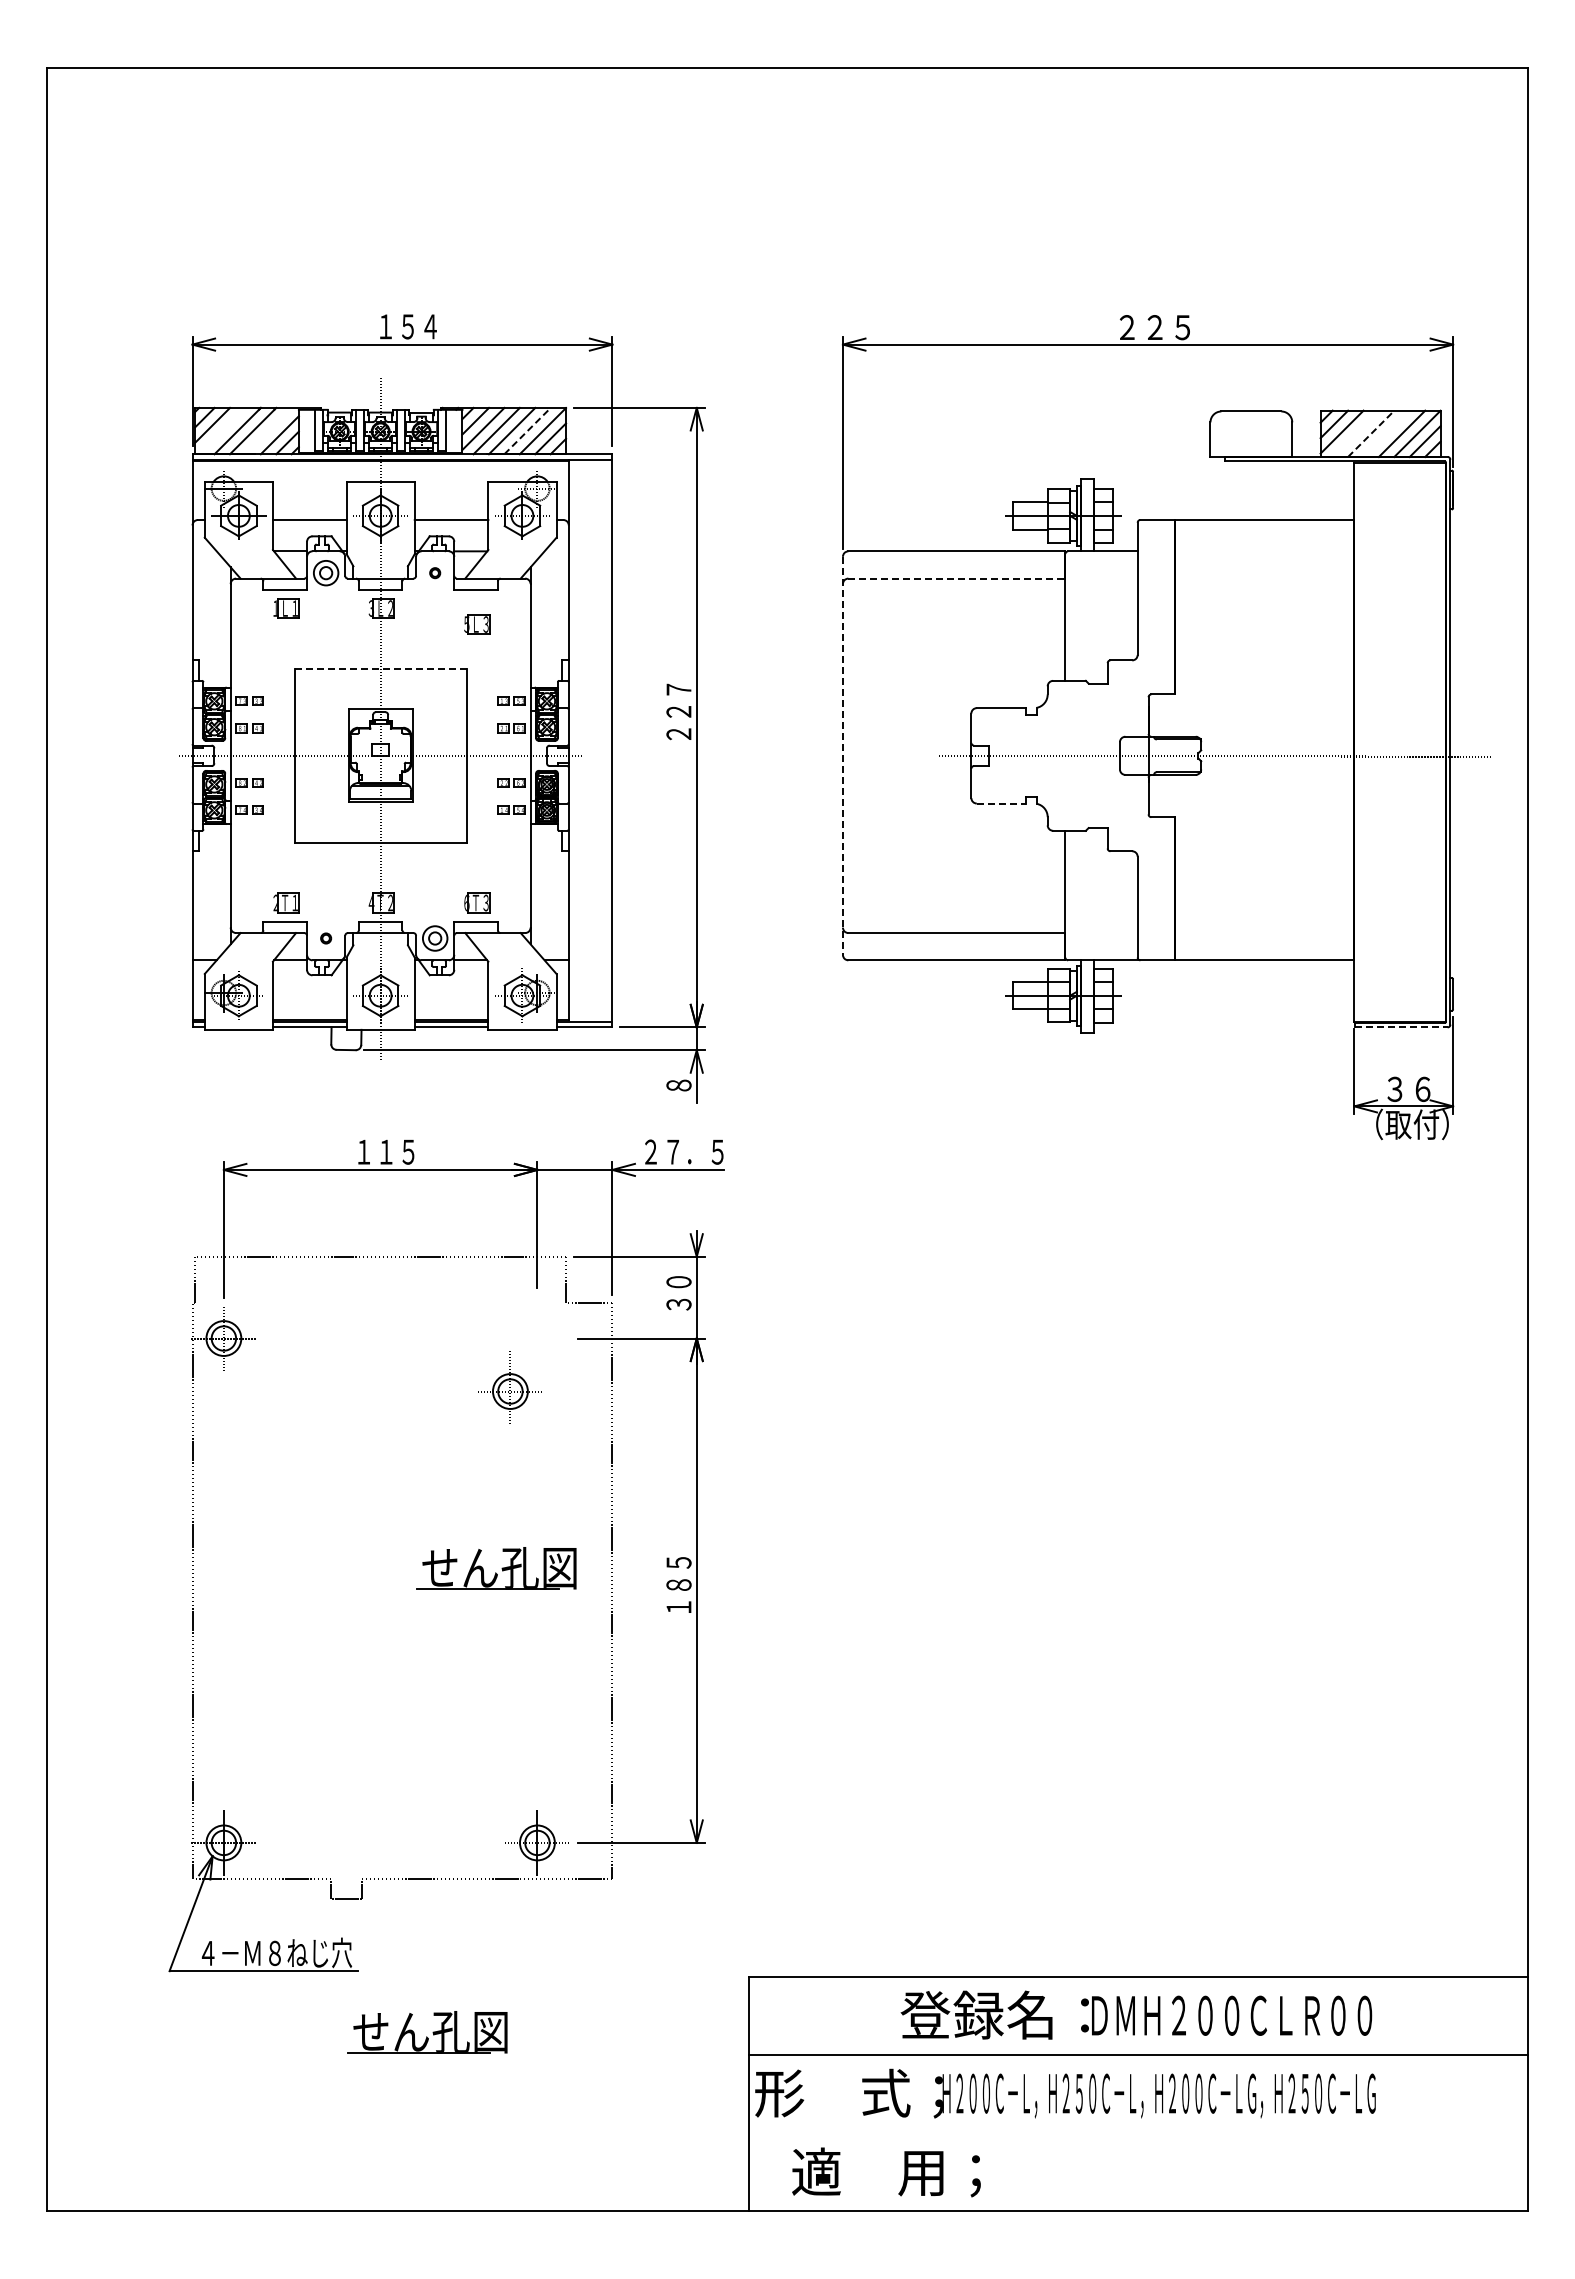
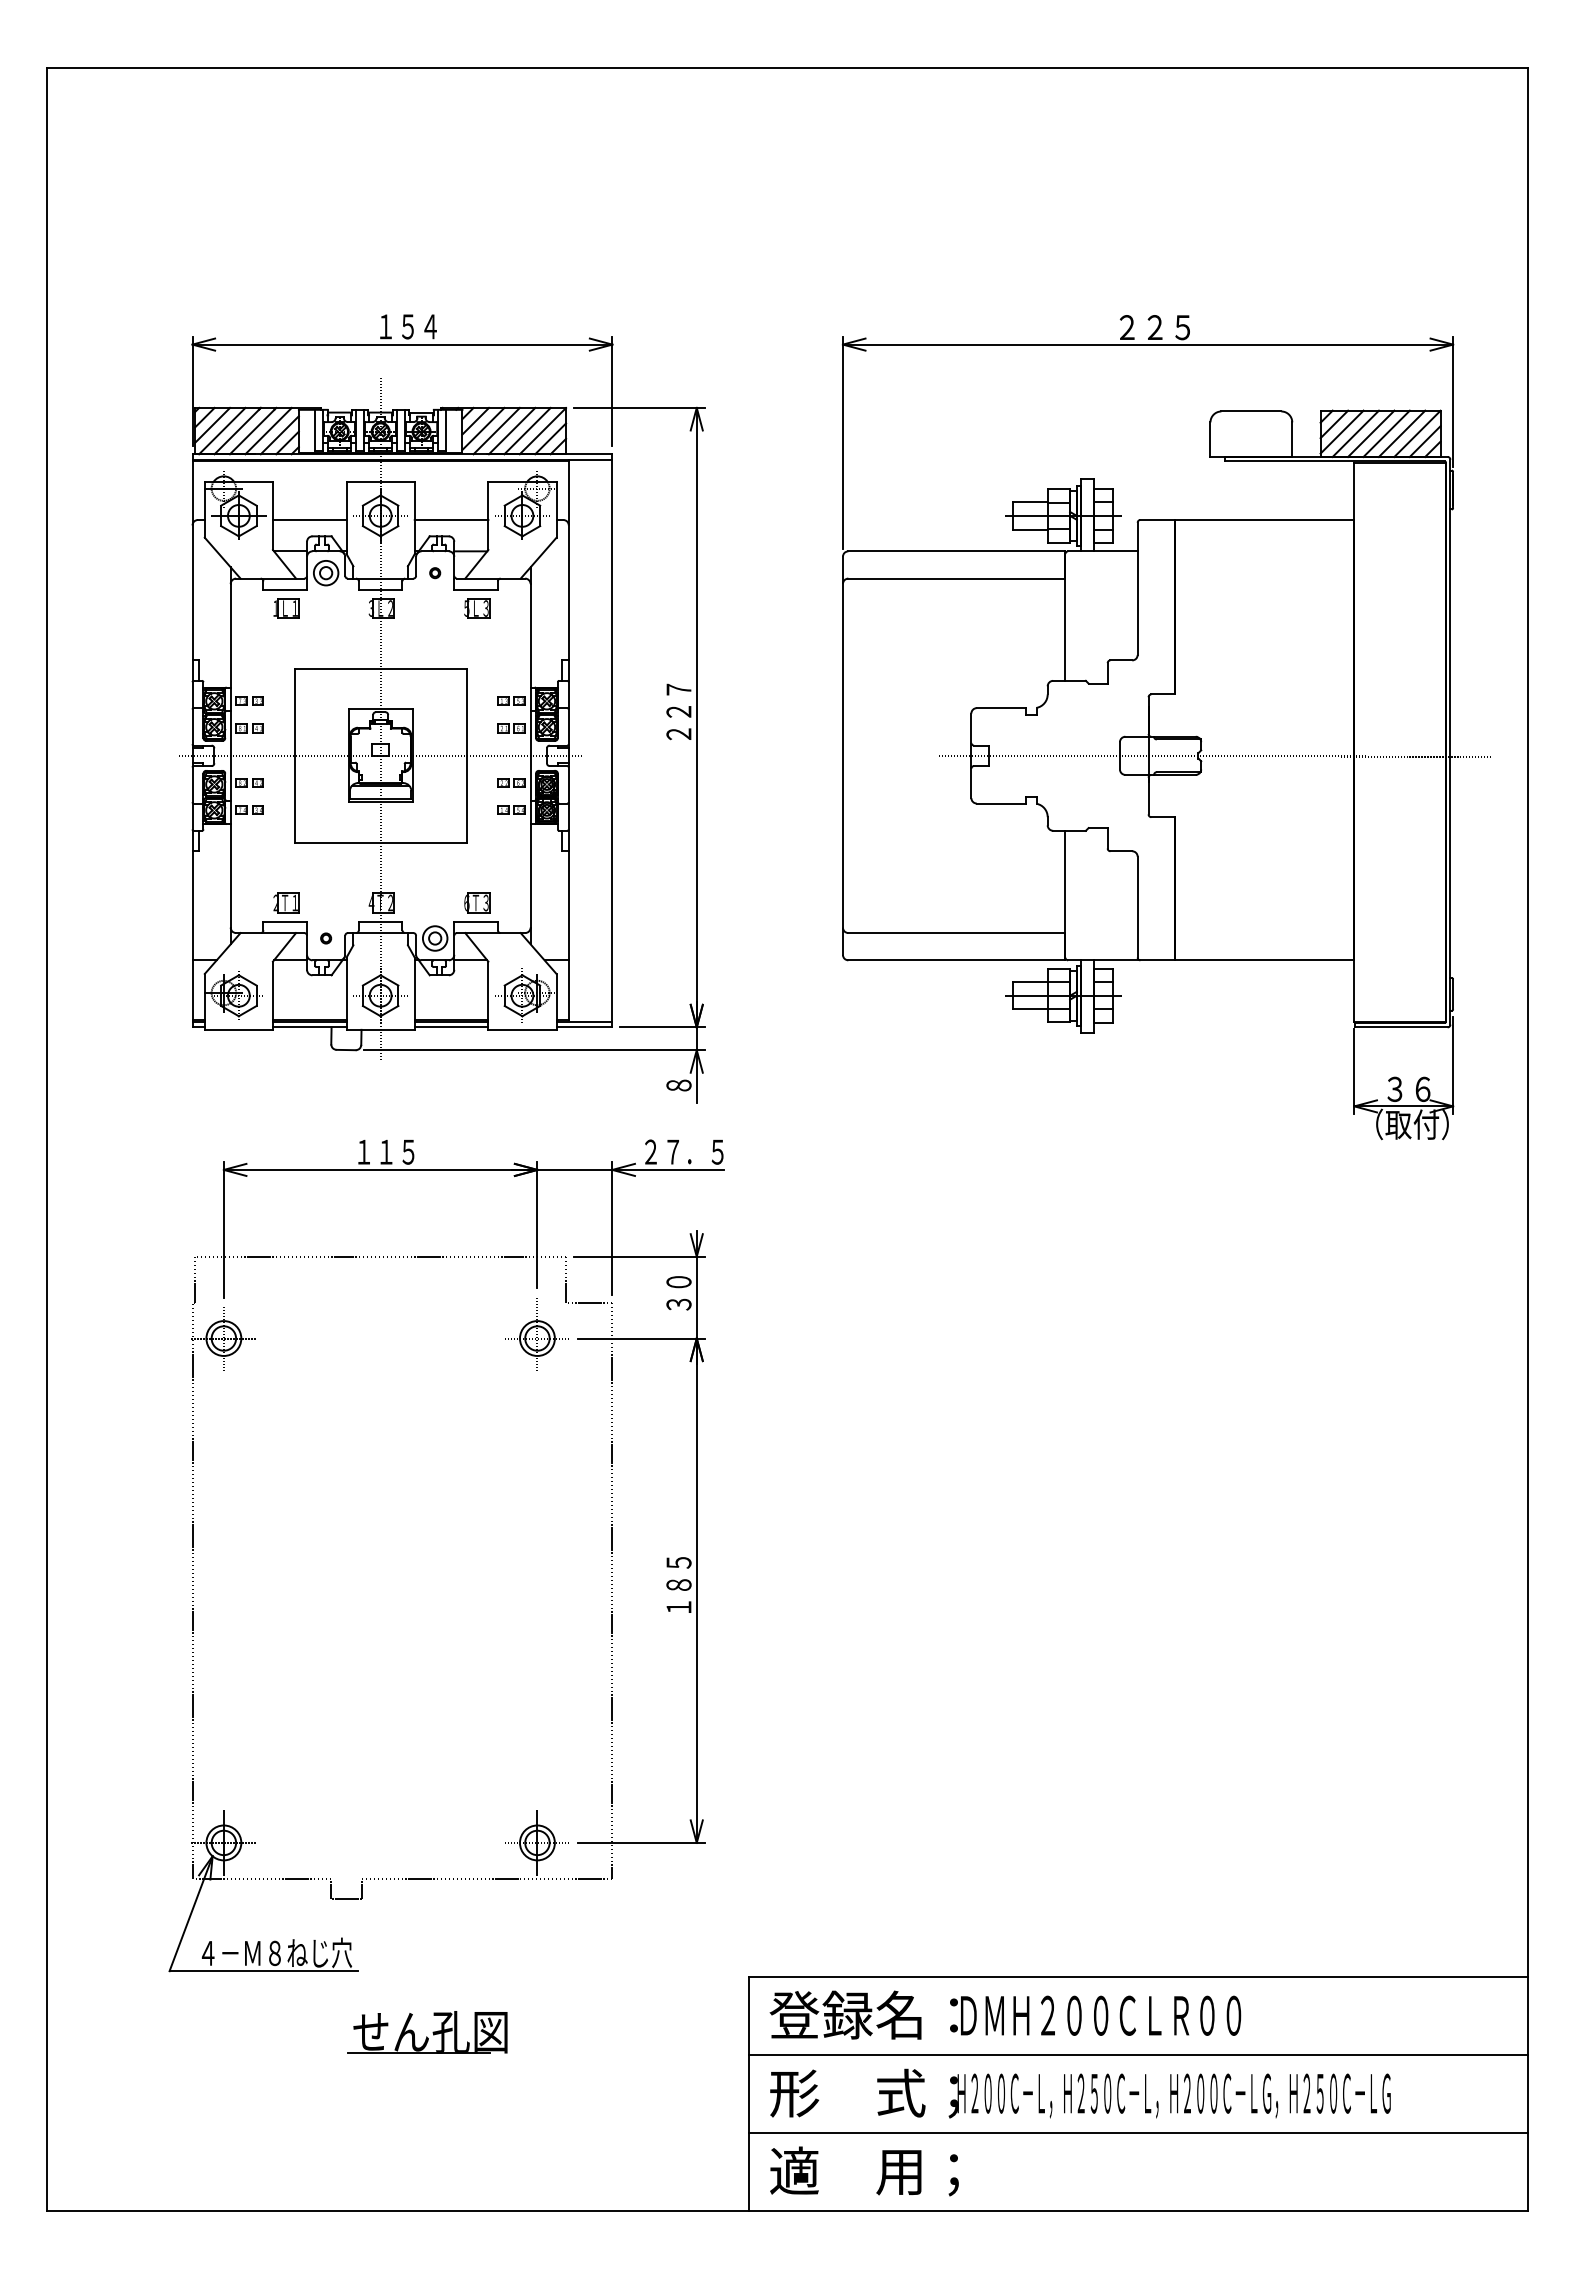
line at (222, 430): none -> present
line at (268, 430): none -> present
line at (527, 431): dashed -> solid
line at (1355, 433): none -> present
line at (1371, 433): dashed -> solid
line at (1386, 433): none -> present
line at (956, 578): dashed -> solid
part at (477, 624) position: (477, 624) -> (477, 608)
line at (380, 668): dashed -> solid
line at (842, 756): dashed -> solid
line at (1001, 803): dashed -> solid
line at (1401, 1027): dashed -> solid
part at (509, 1387) position: (509, 1387) -> (536, 1334)
part at (496, 1568): present -> none
text at (1136, 2014) position: (1136, 2014) -> (1005, 2014)
text at (1065, 2093) position: (1065, 2093) -> (1080, 2093)
line at (1137, 2132): none -> present
text at (886, 2172) position: (886, 2172) -> (864, 2171)
